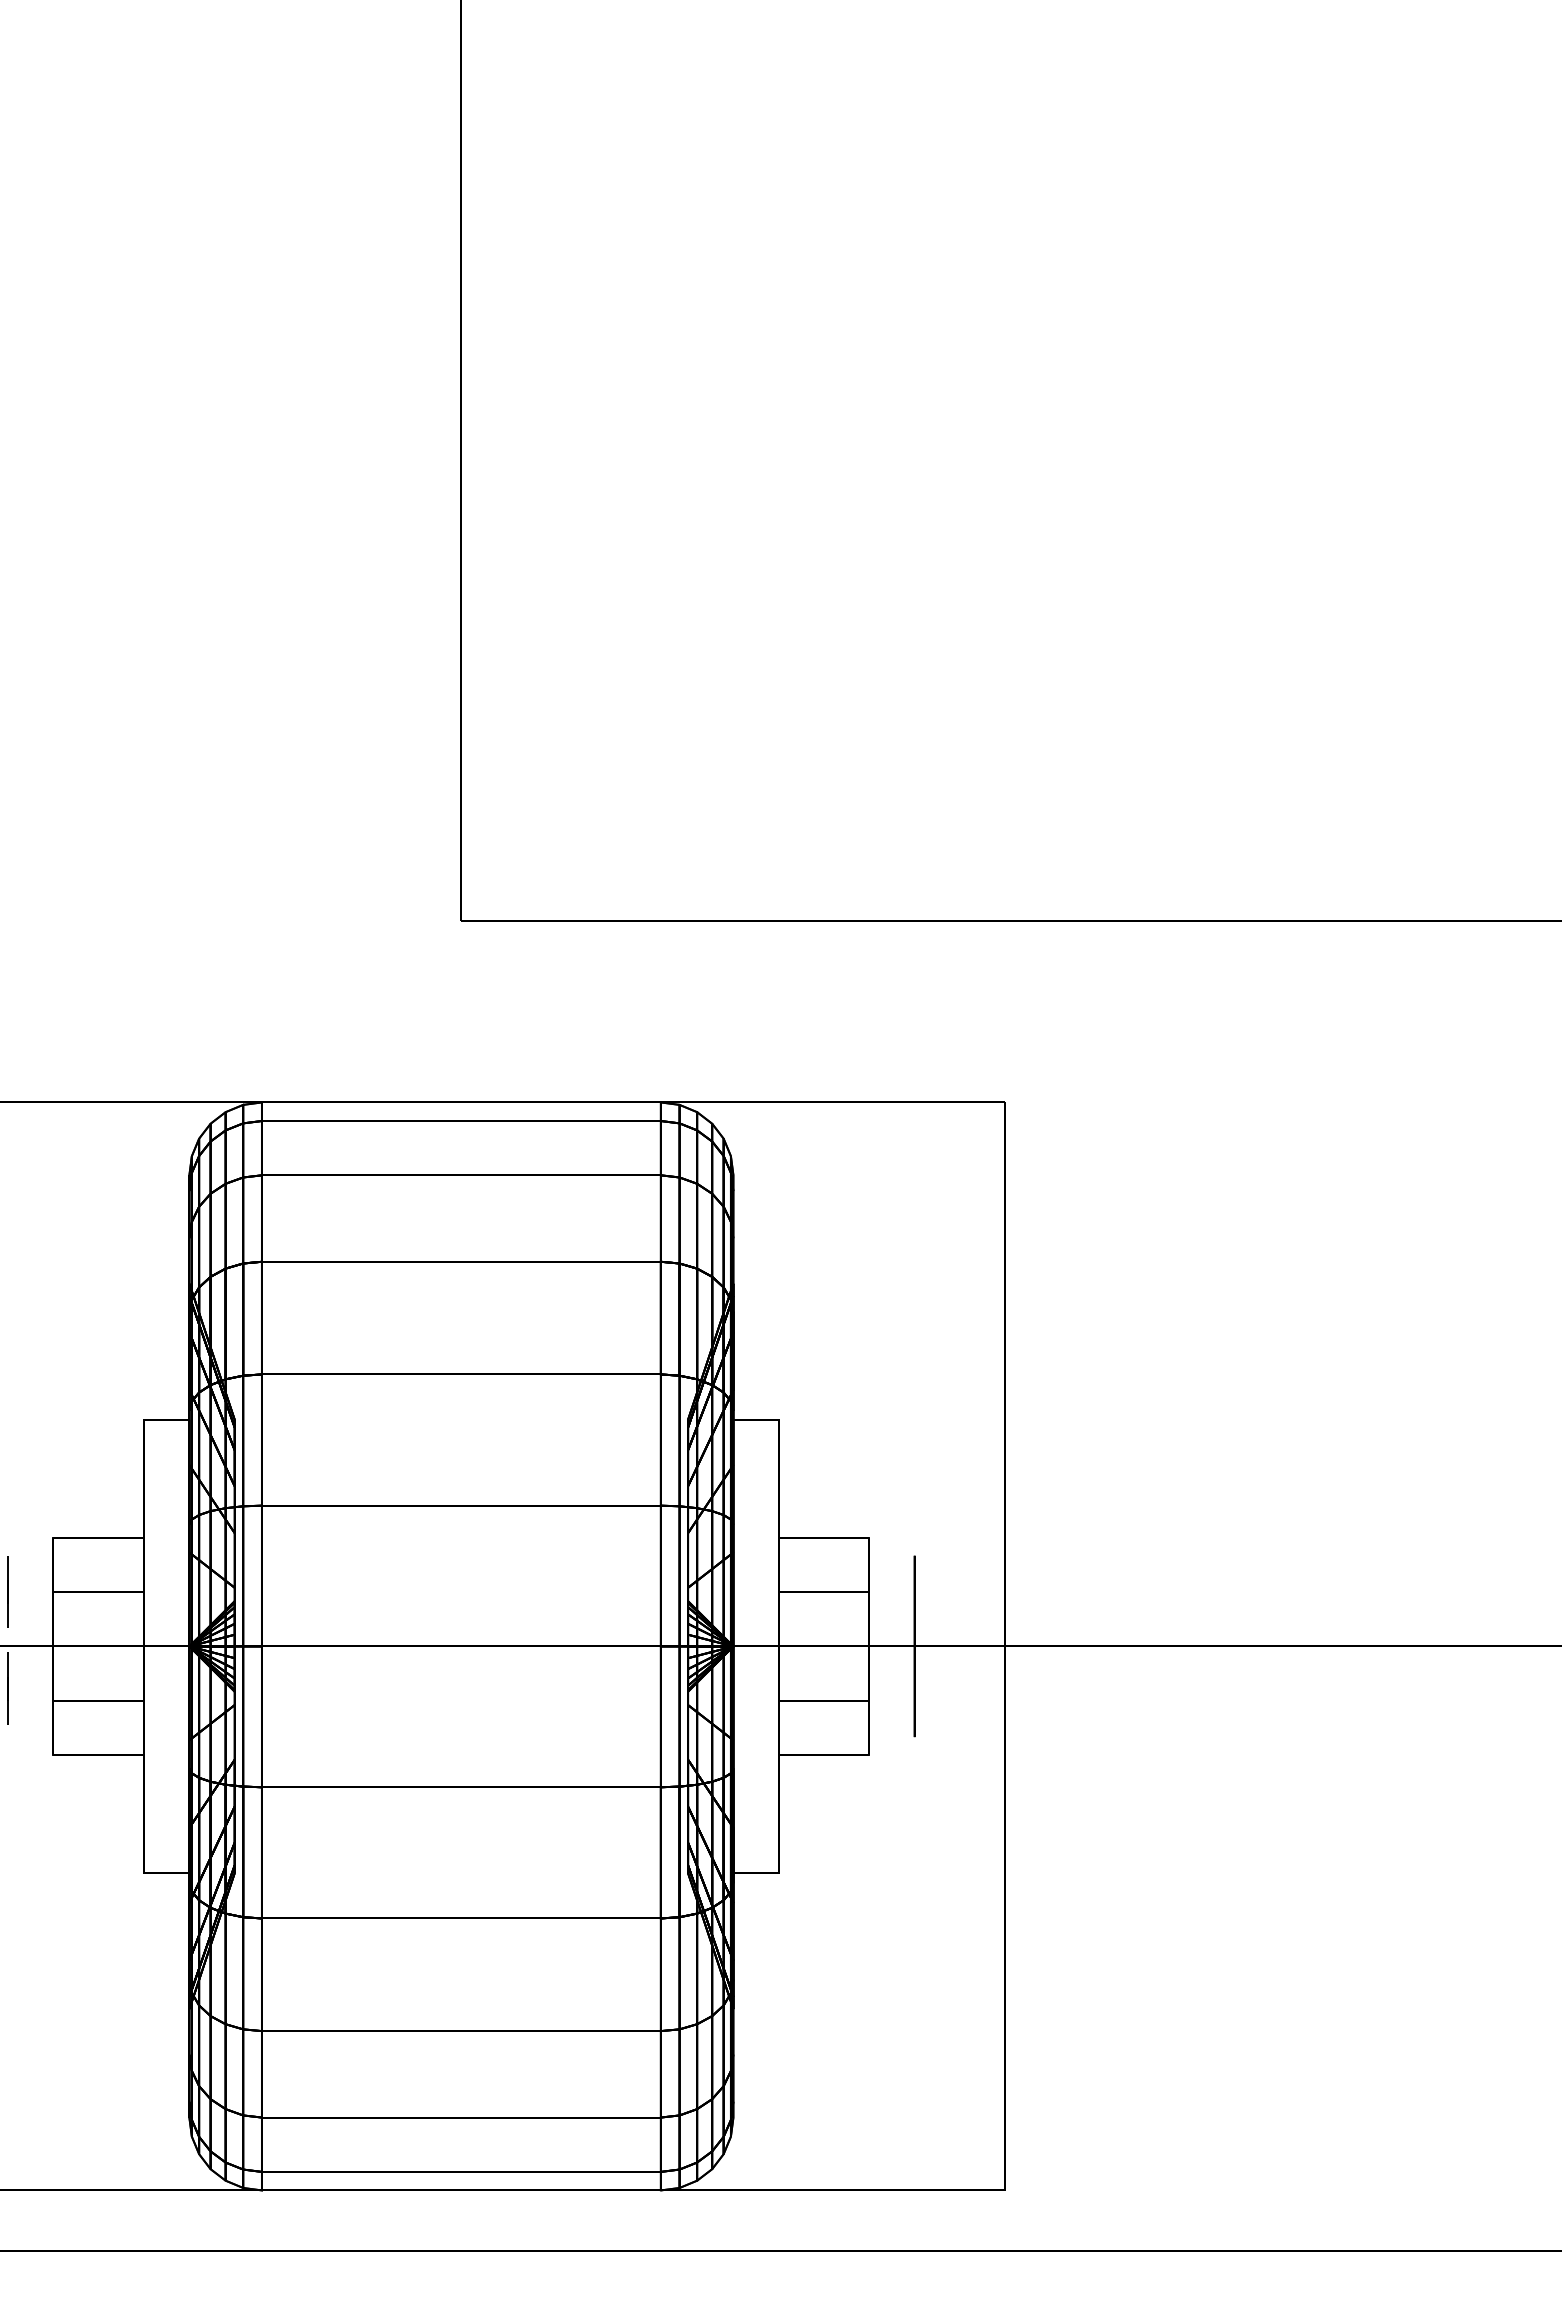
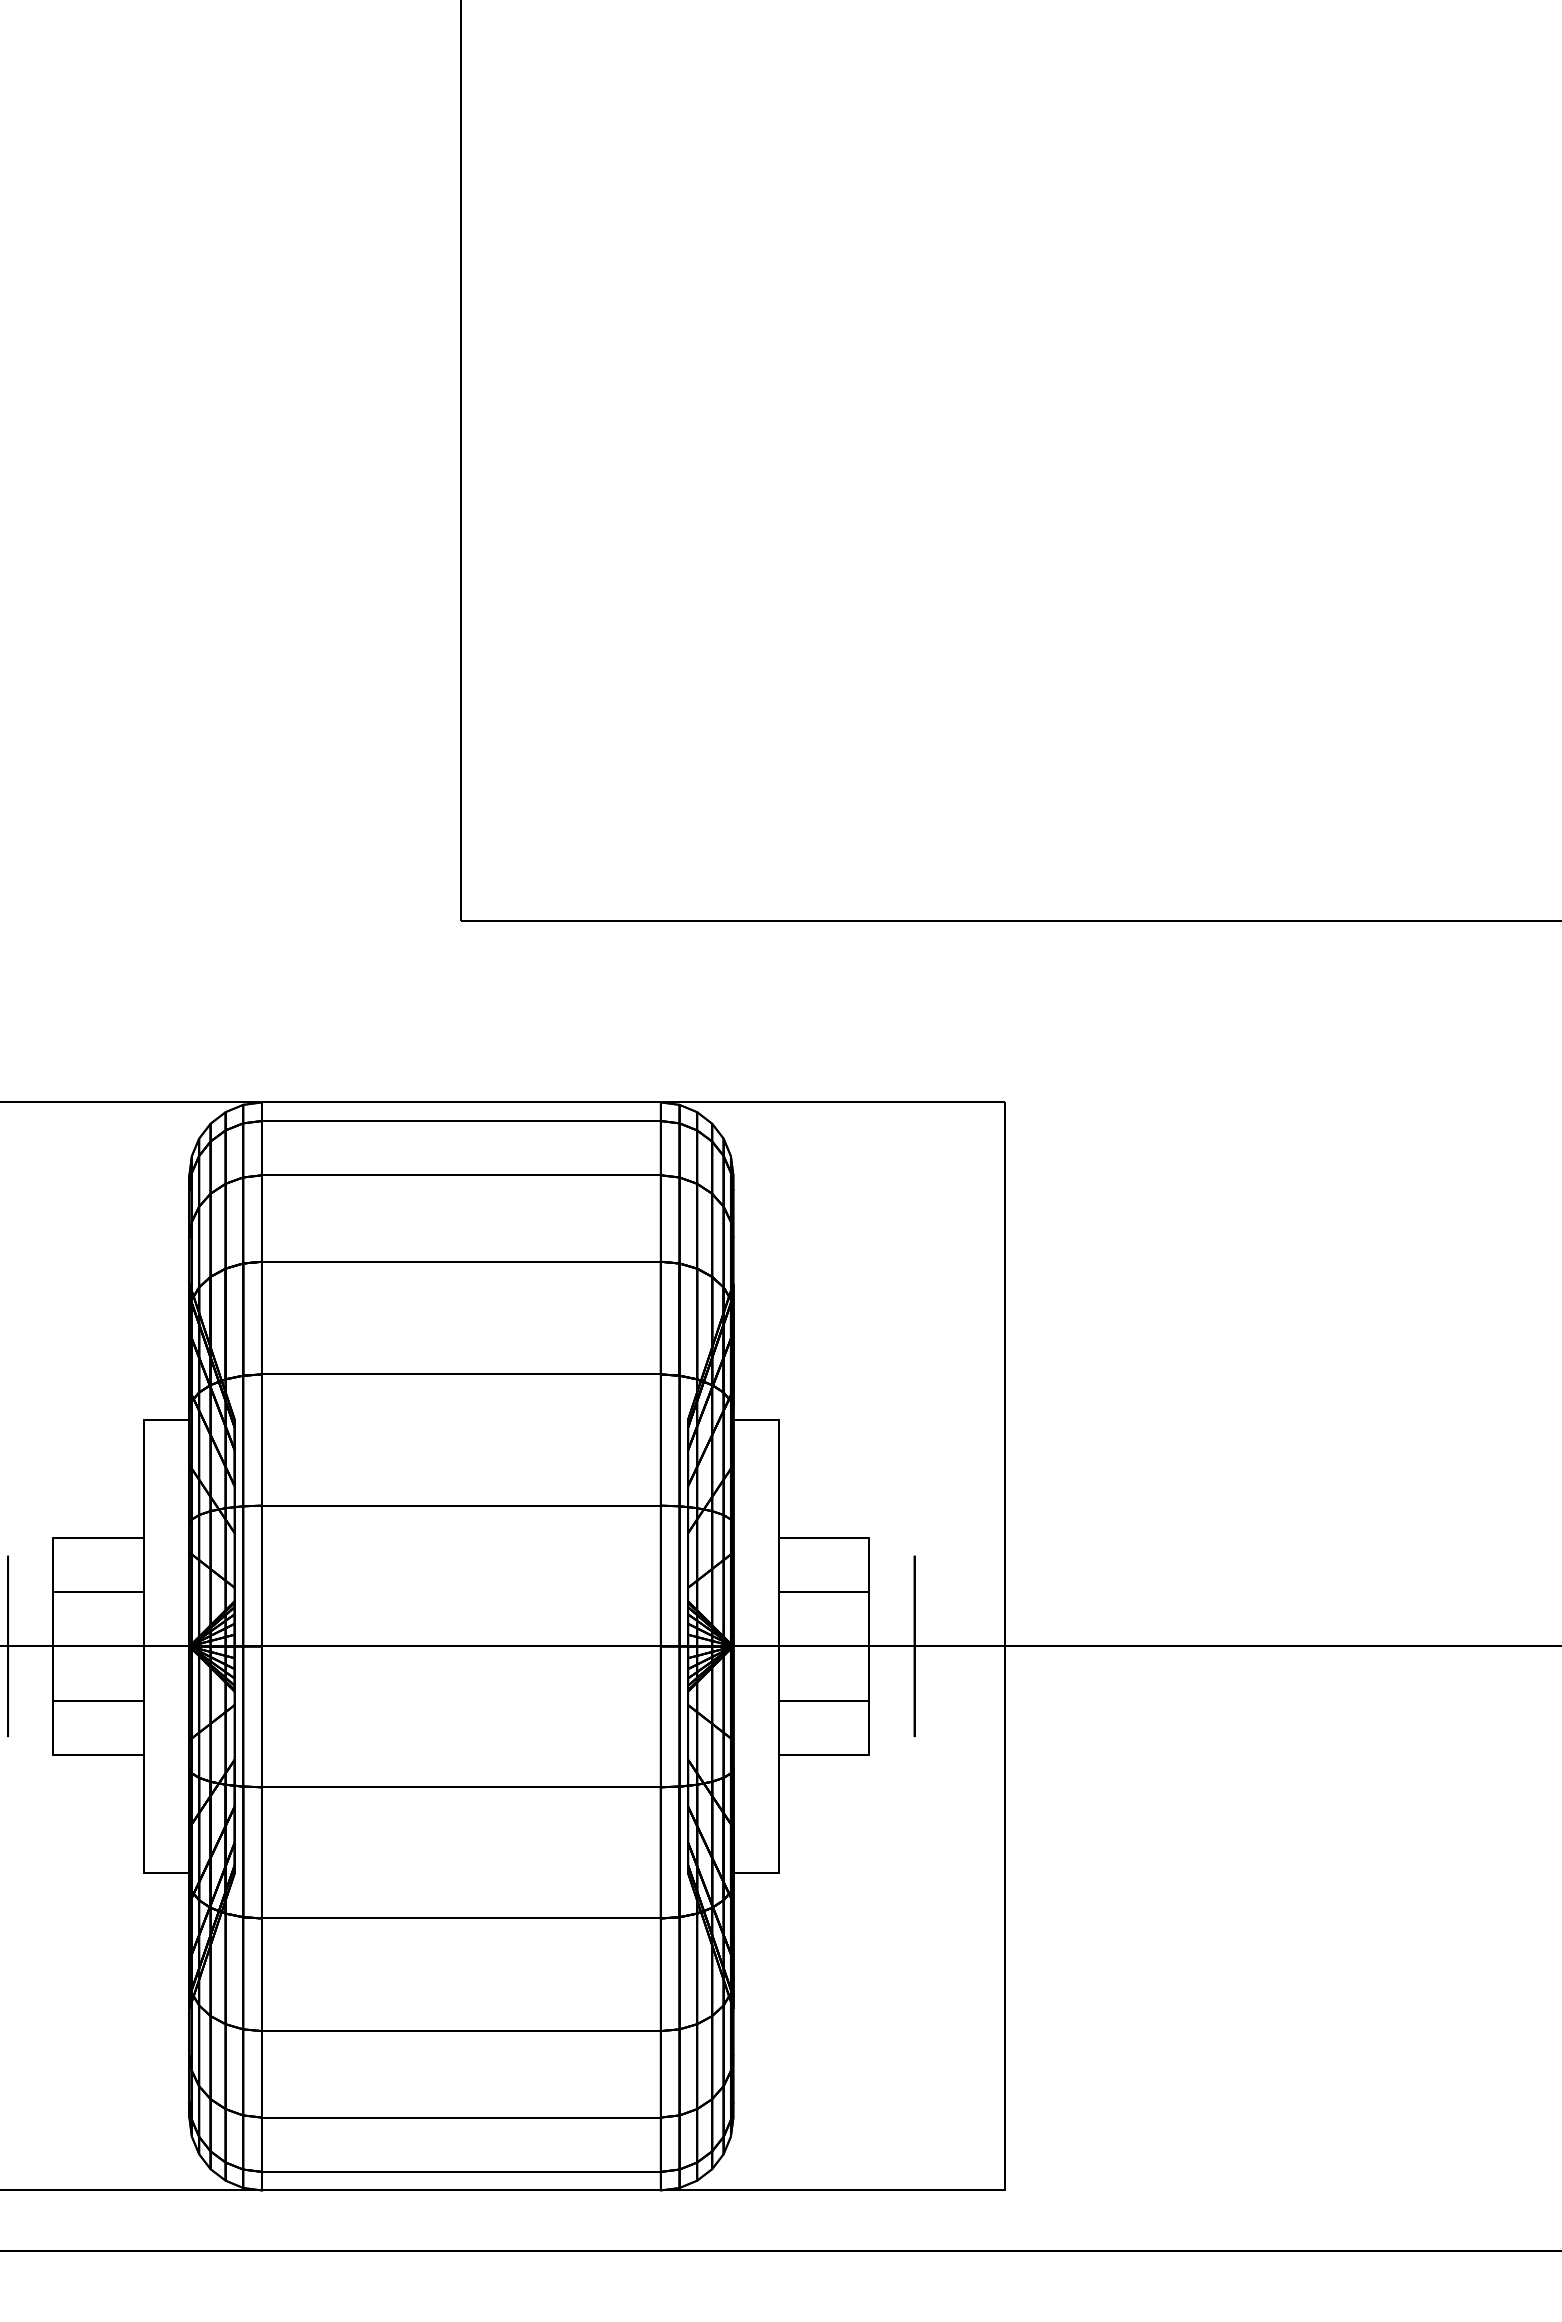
circle at (8, 1646): dashed -> solid
